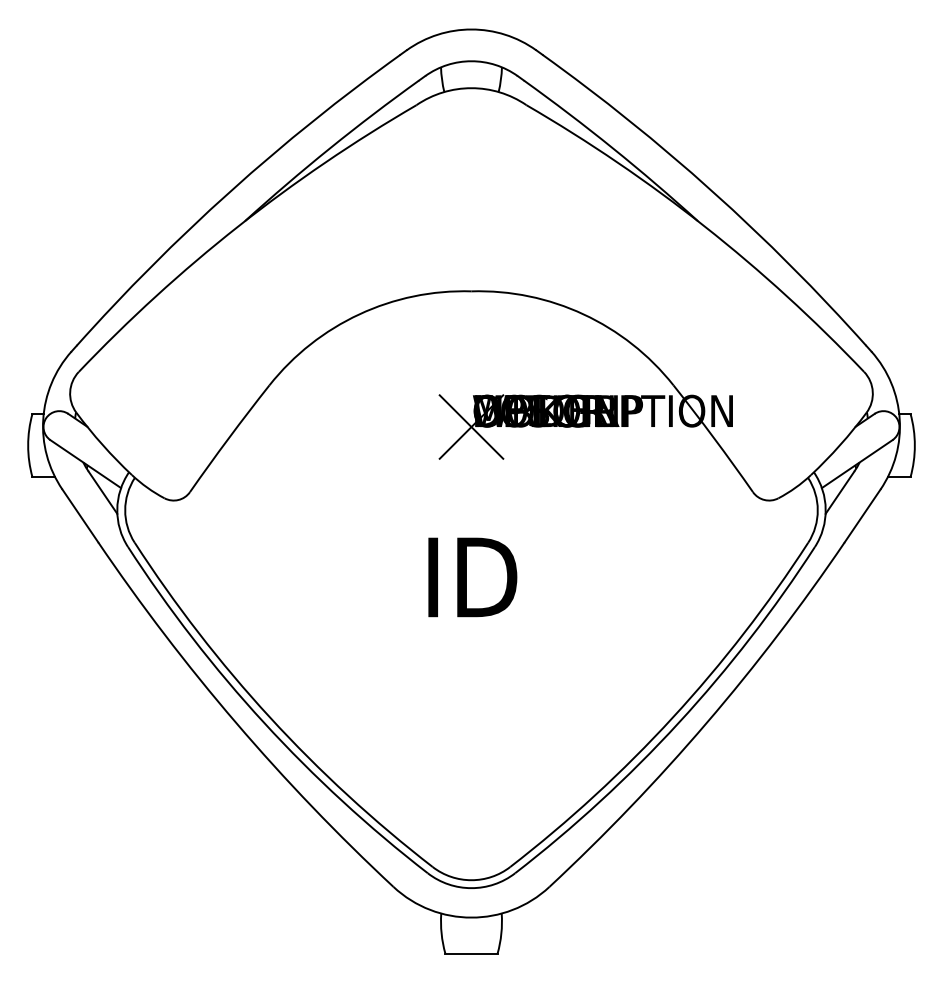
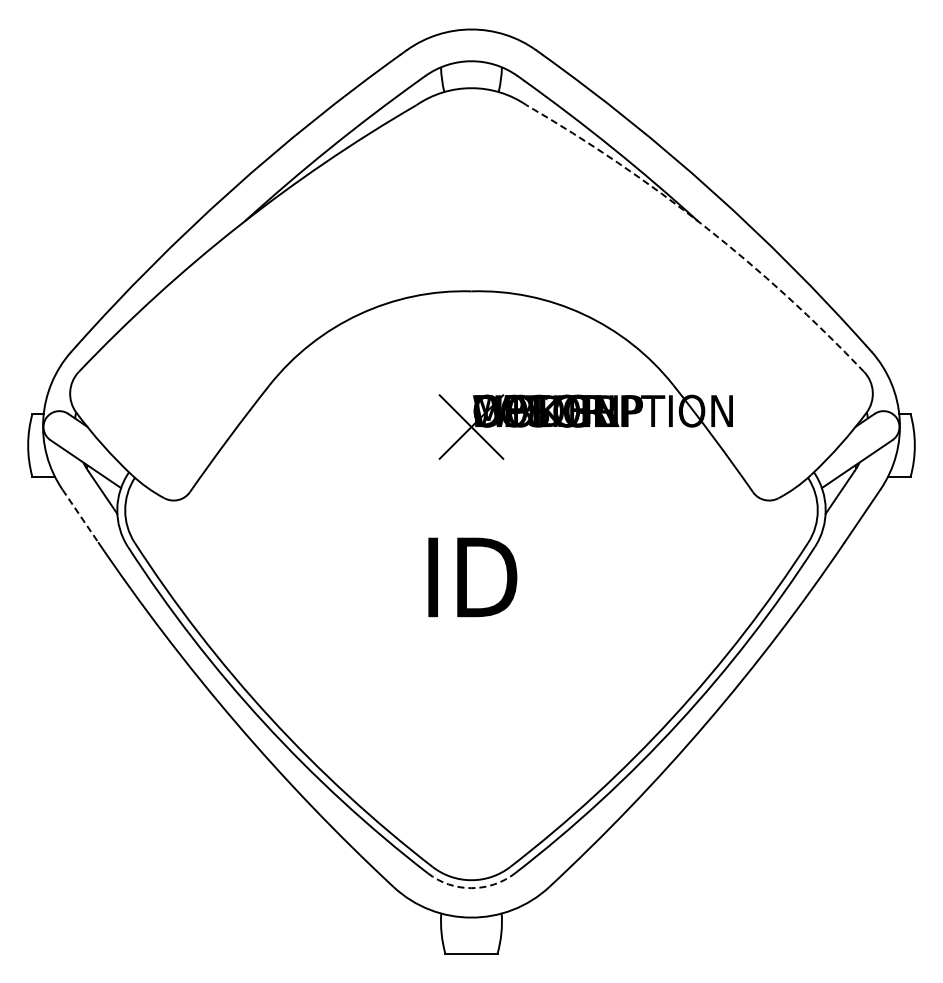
arc at (704, 226): solid -> dashed
line at (80, 515): solid -> dashed
arc at (471, 888): solid -> dashed
